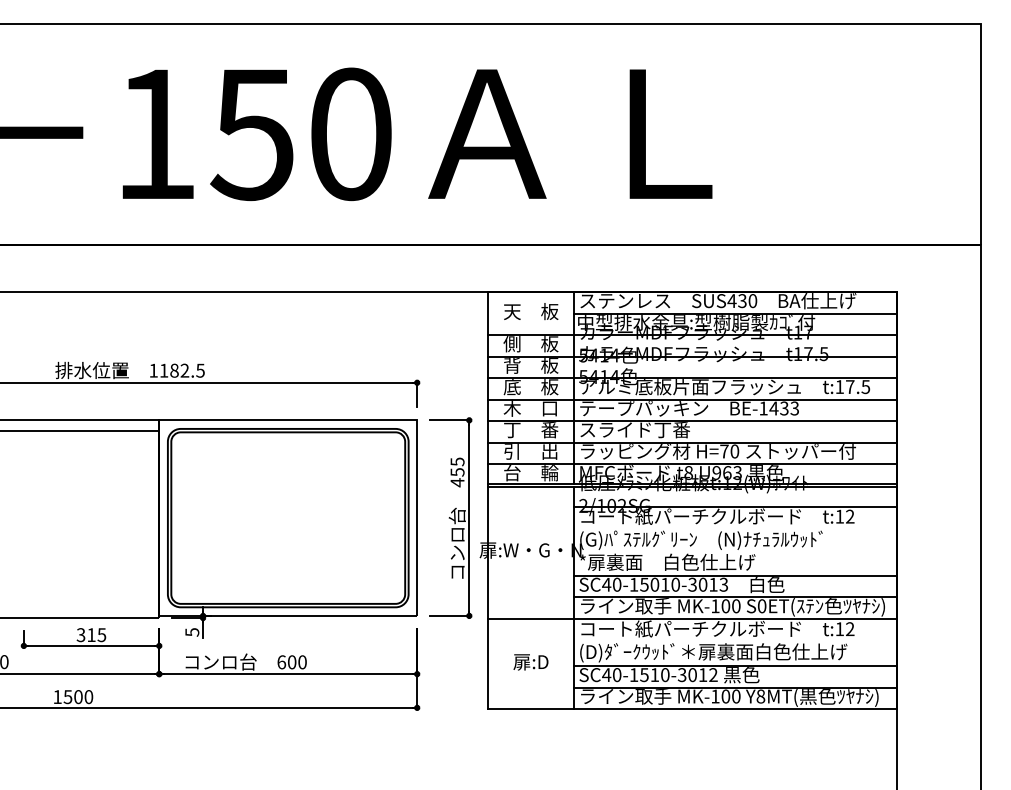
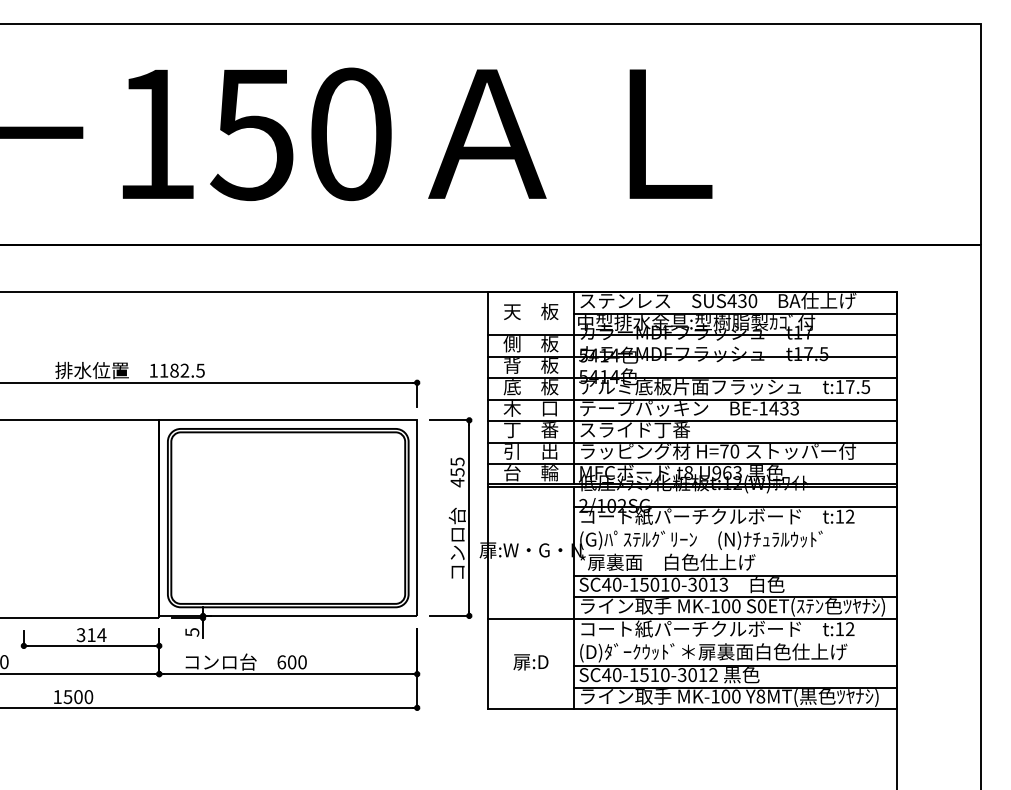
line at (80, 431): present -> none
text at (101, 635): 315 -> 314
